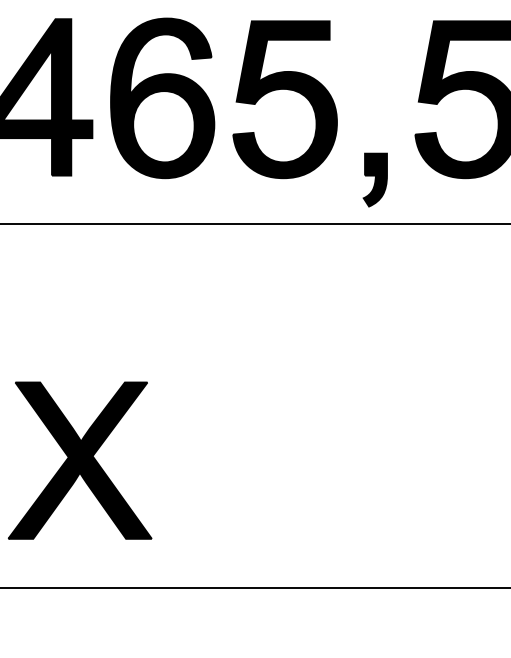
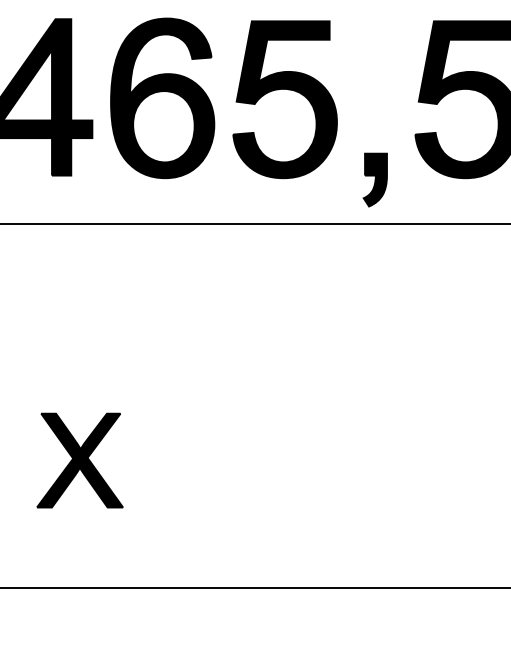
part at (79, 460) size: 146x159 px -> 88x97 px
